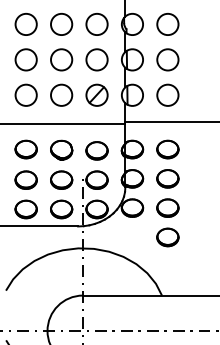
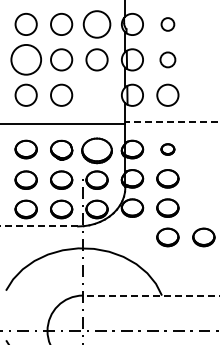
circle at (96, 24) size: 24x23 px -> 30x29 px
circle at (167, 24) size: 24x23 px -> 16x15 px
circle at (25, 59) size: 24x24 px -> 32x32 px
circle at (167, 59) size: 24x24 px -> 18x18 px
part at (96, 94): present -> none
line at (172, 122): solid -> dashed
part at (167, 149) size: 24x21 px -> 16x13 px
part at (96, 150) size: 24x20 px -> 32x28 px
line at (39, 226): solid -> dashed
part at (203, 237): none -> present
line at (150, 295): solid -> dashed
